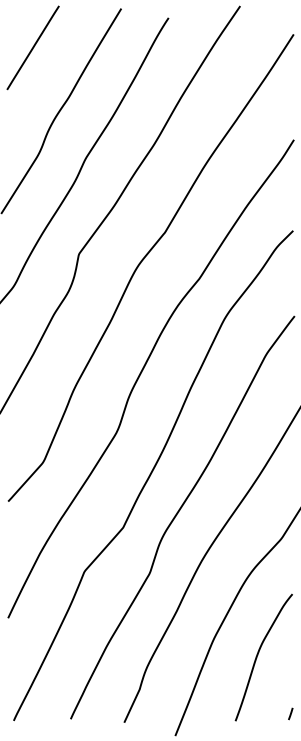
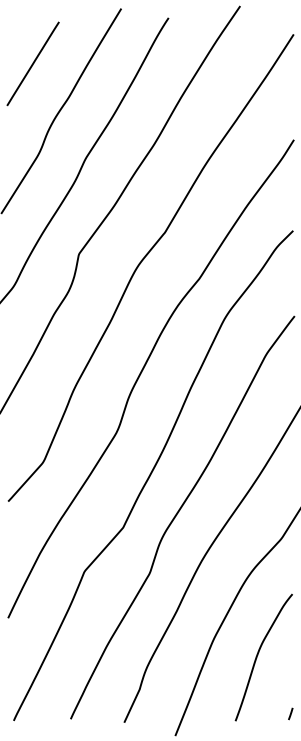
line at (32, 47) position: (32, 47) -> (32, 63)
